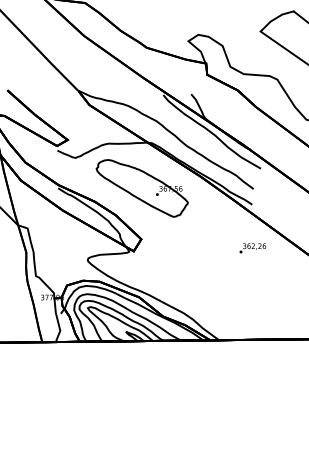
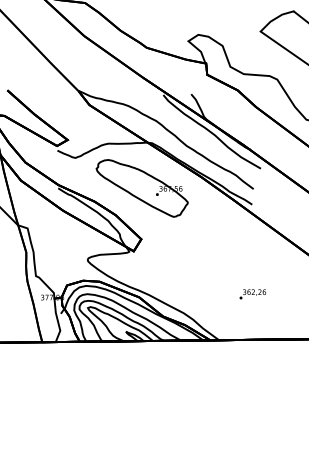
text at (252, 248) position: (252, 248) -> (252, 294)
